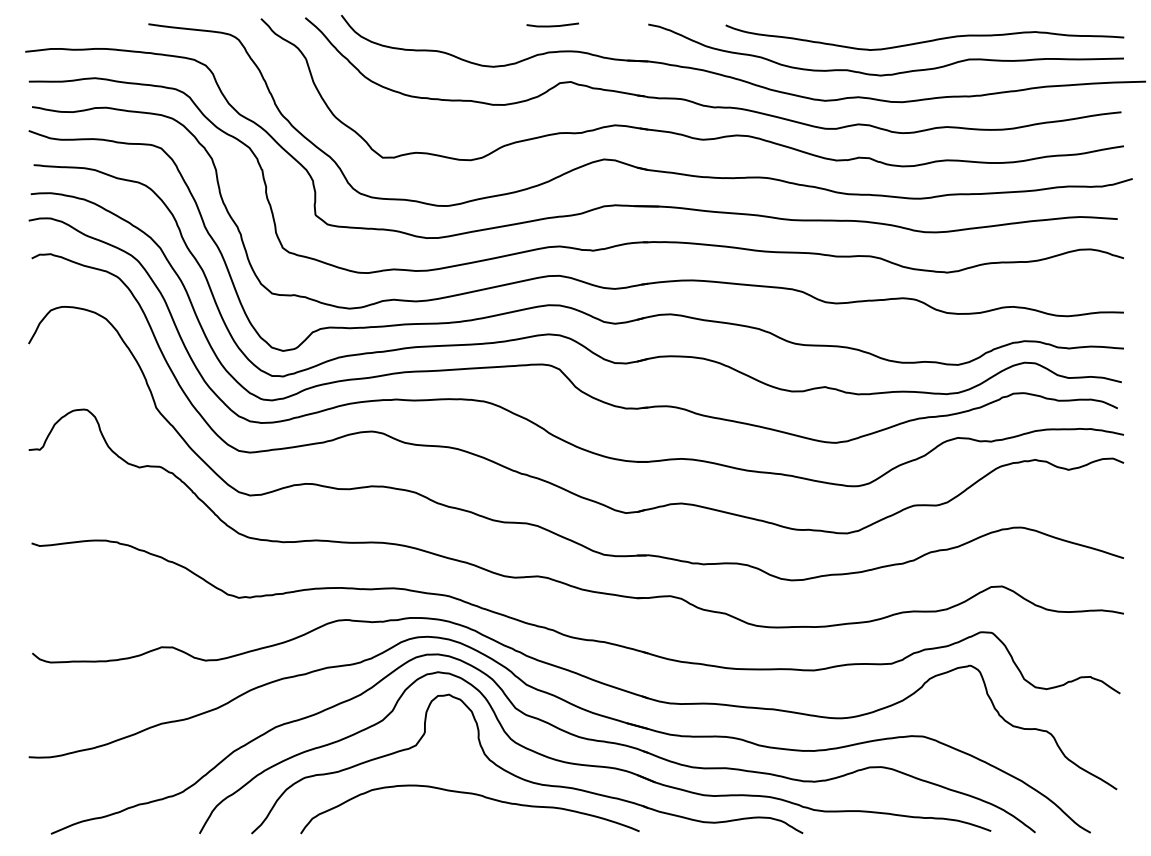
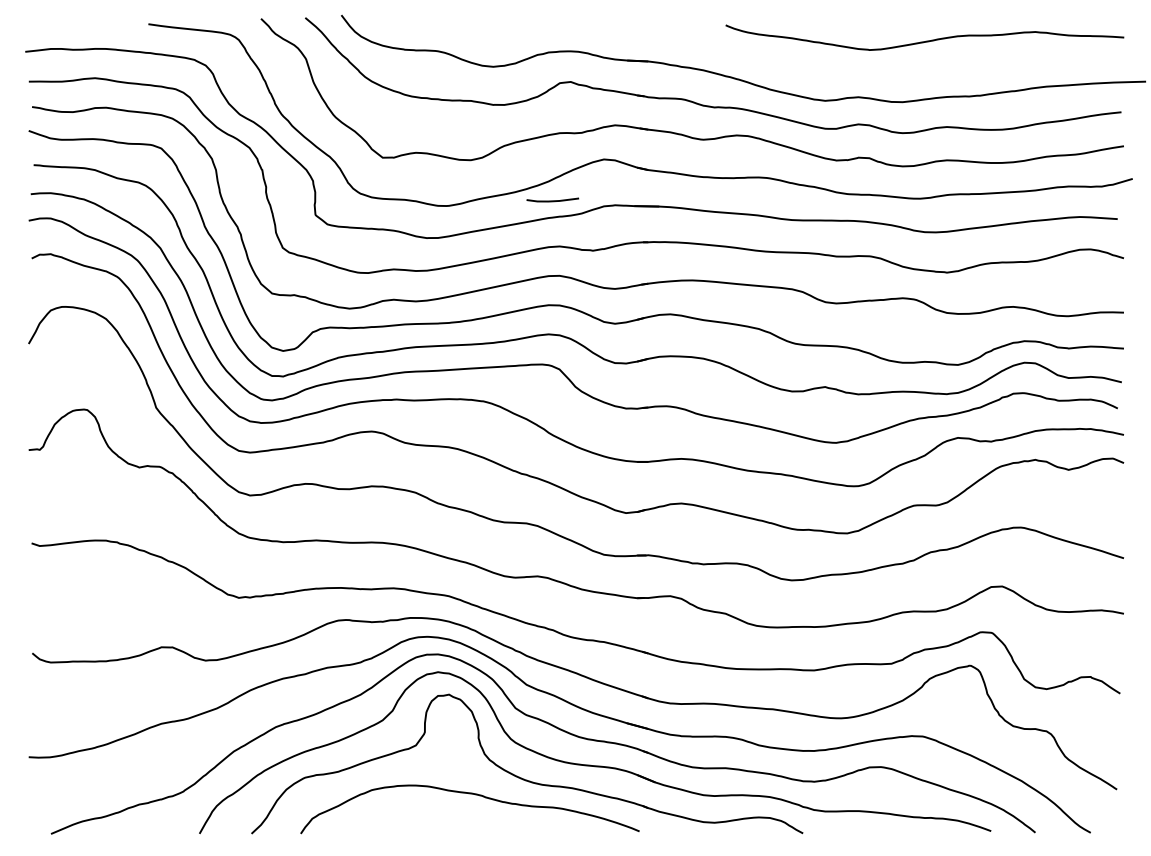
line at (552, 25) position: (552, 25) -> (552, 200)
curve at (889, 73): present -> none
